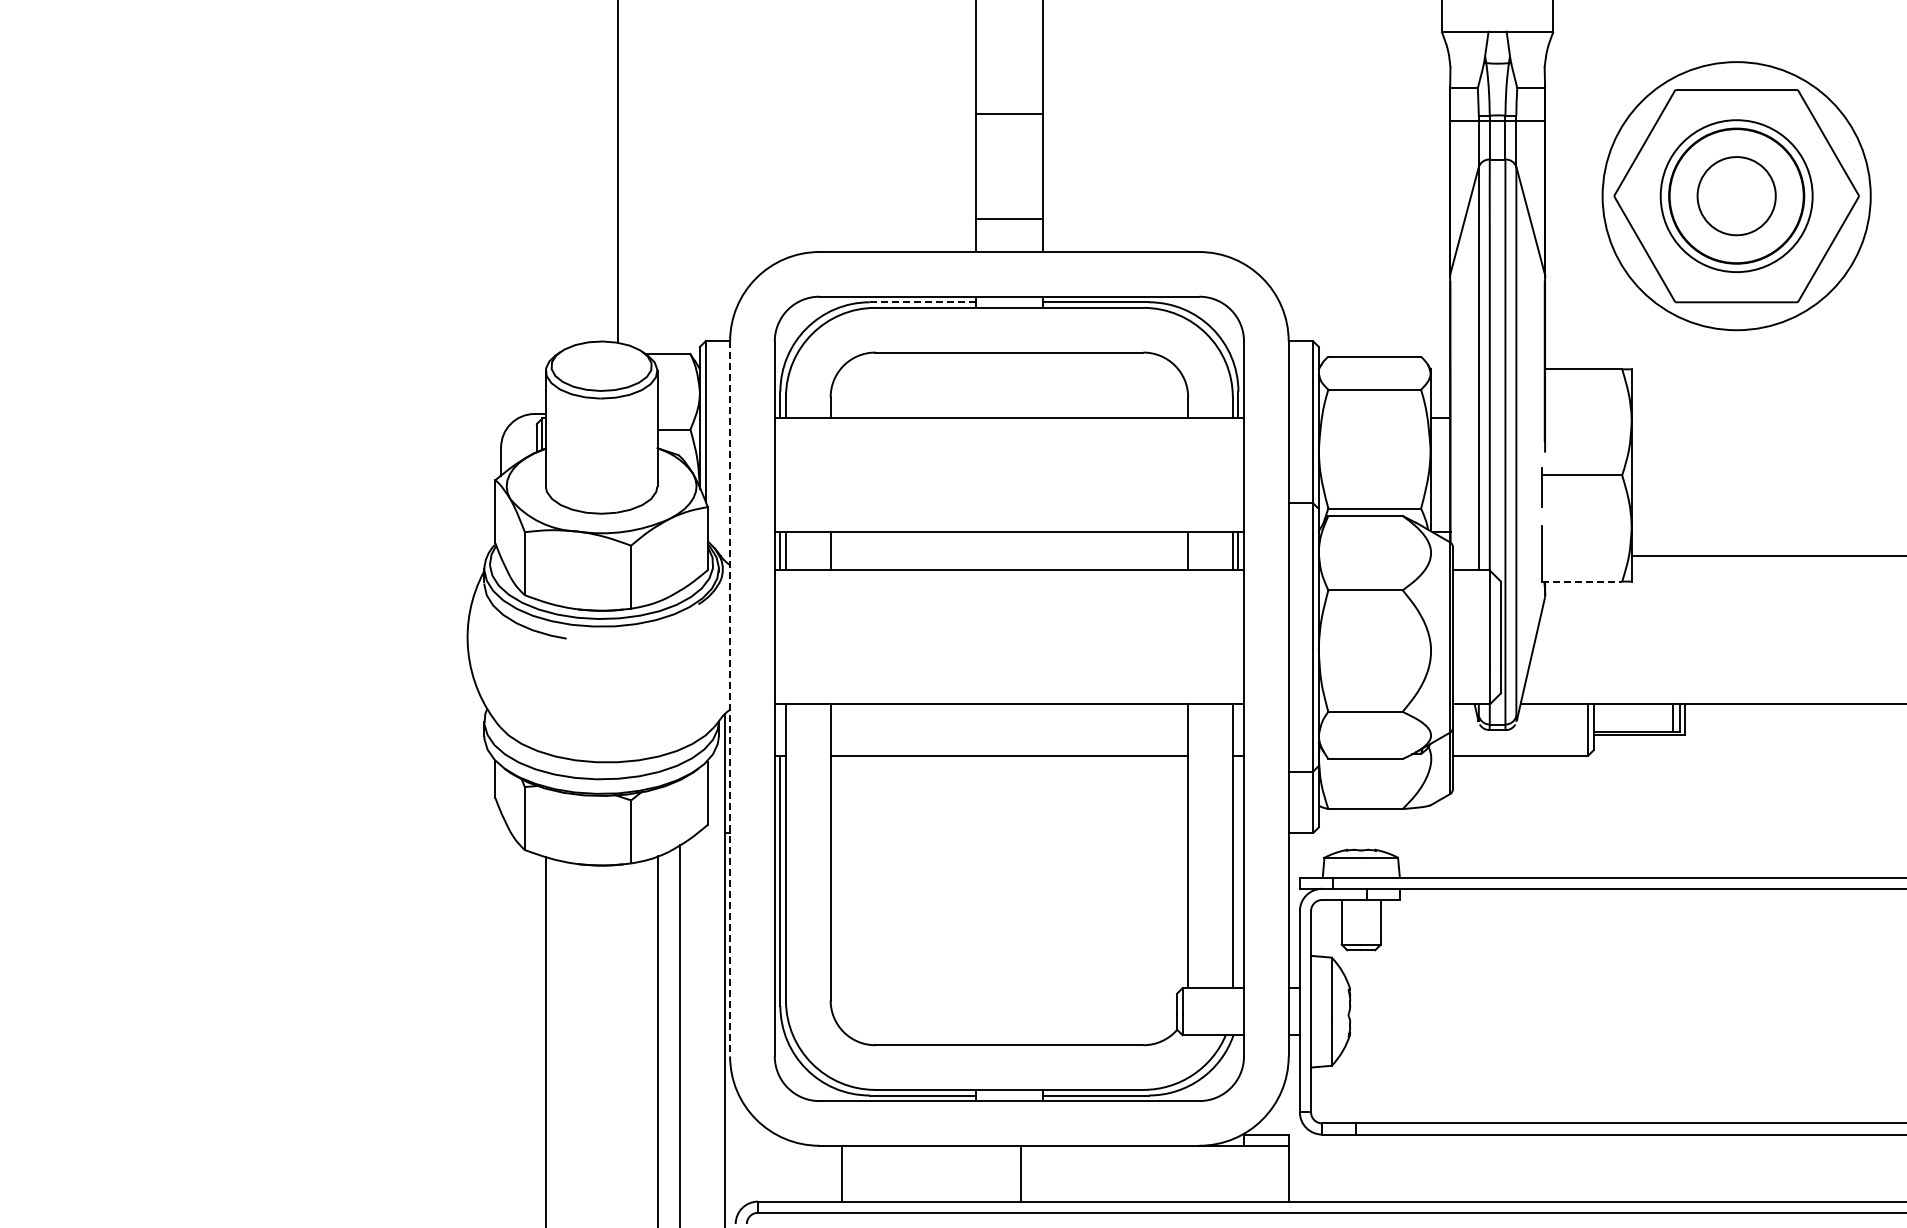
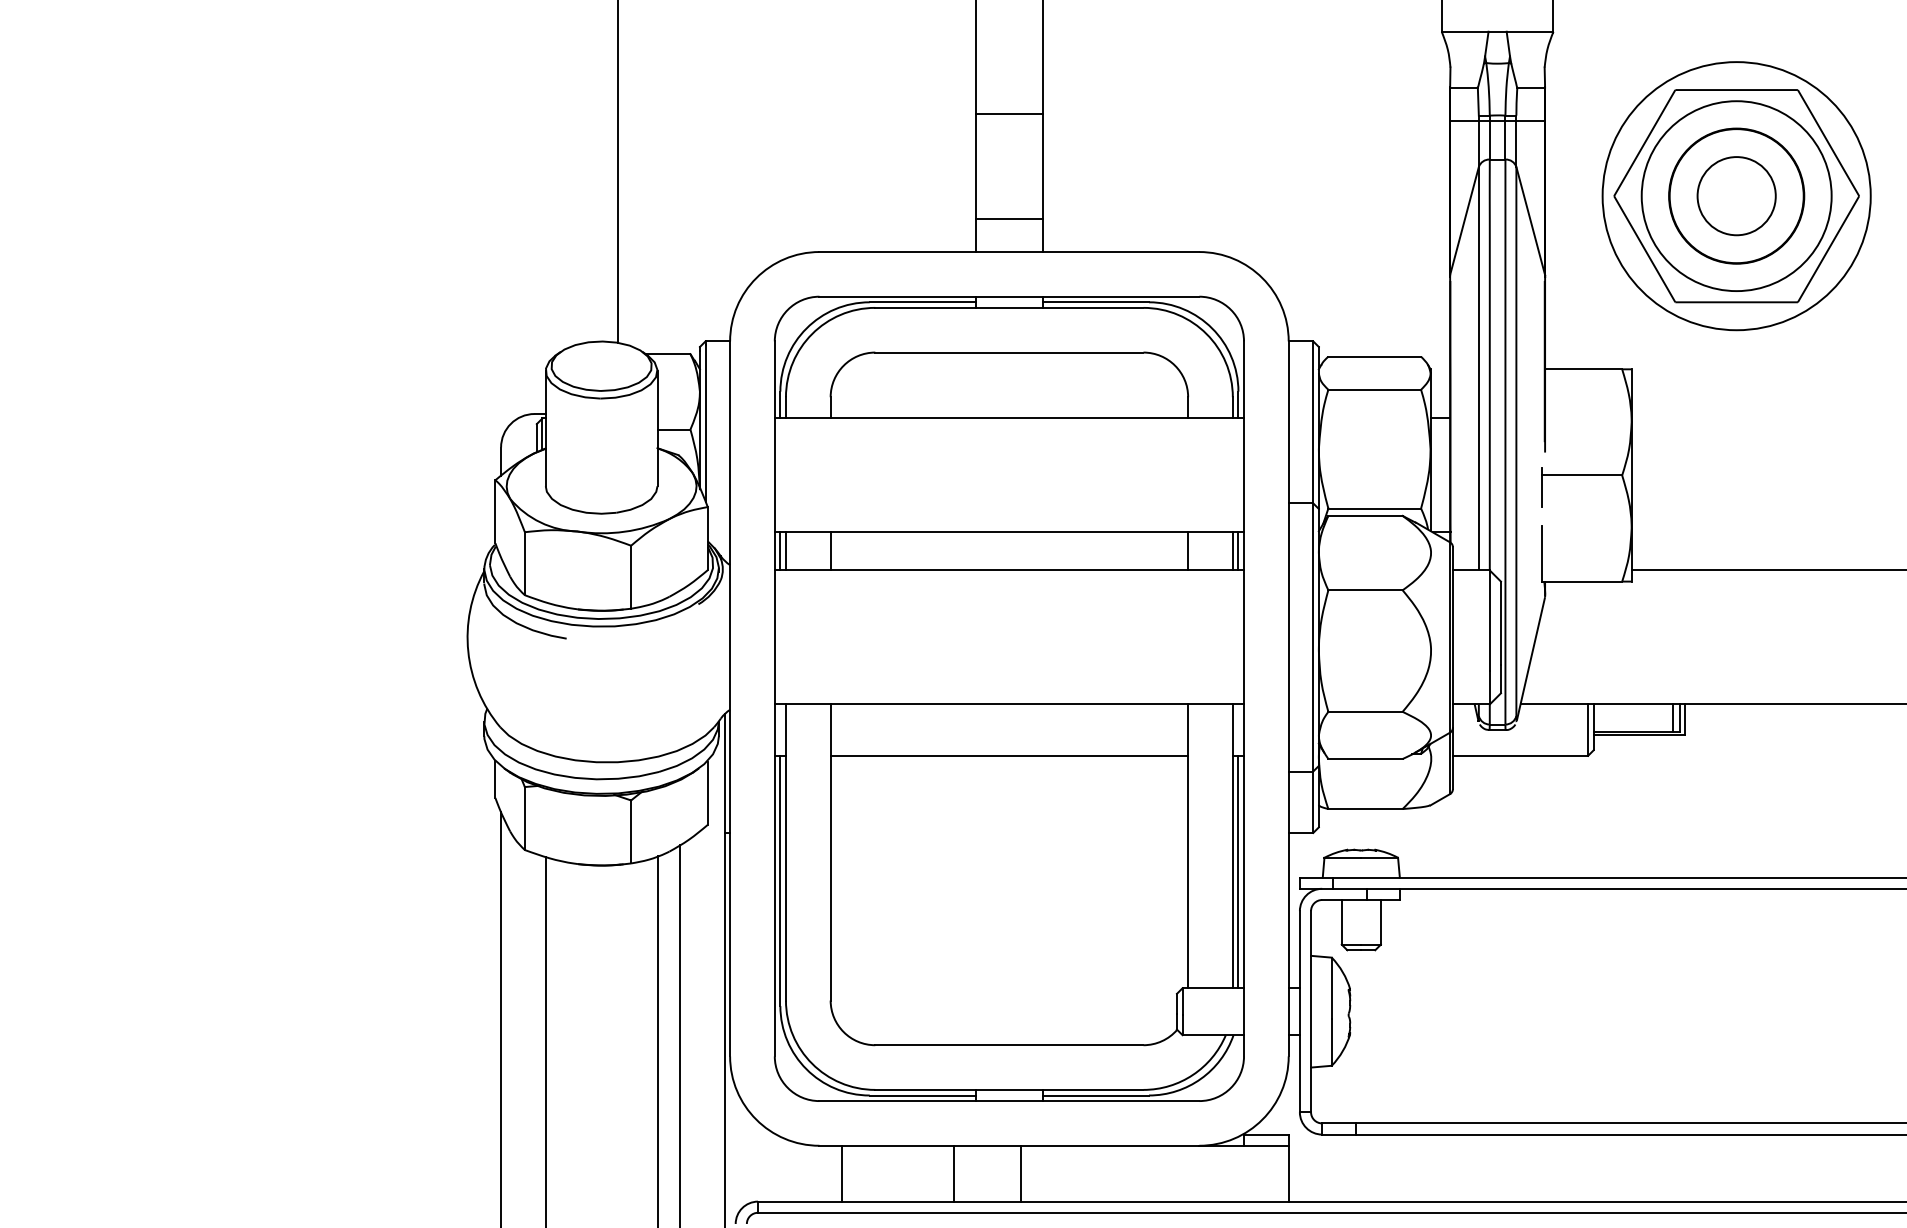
circle at (1736, 196) diameter: 152 px -> 190 px
line at (923, 302): dashed -> solid
line at (1767, 556) position: (1767, 556) -> (1767, 570)
line at (1582, 581): dashed -> solid
line at (730, 699): dashed -> solid
line at (1238, 871): none -> present
line at (501, 1017): none -> present
line at (953, 1173): none -> present
